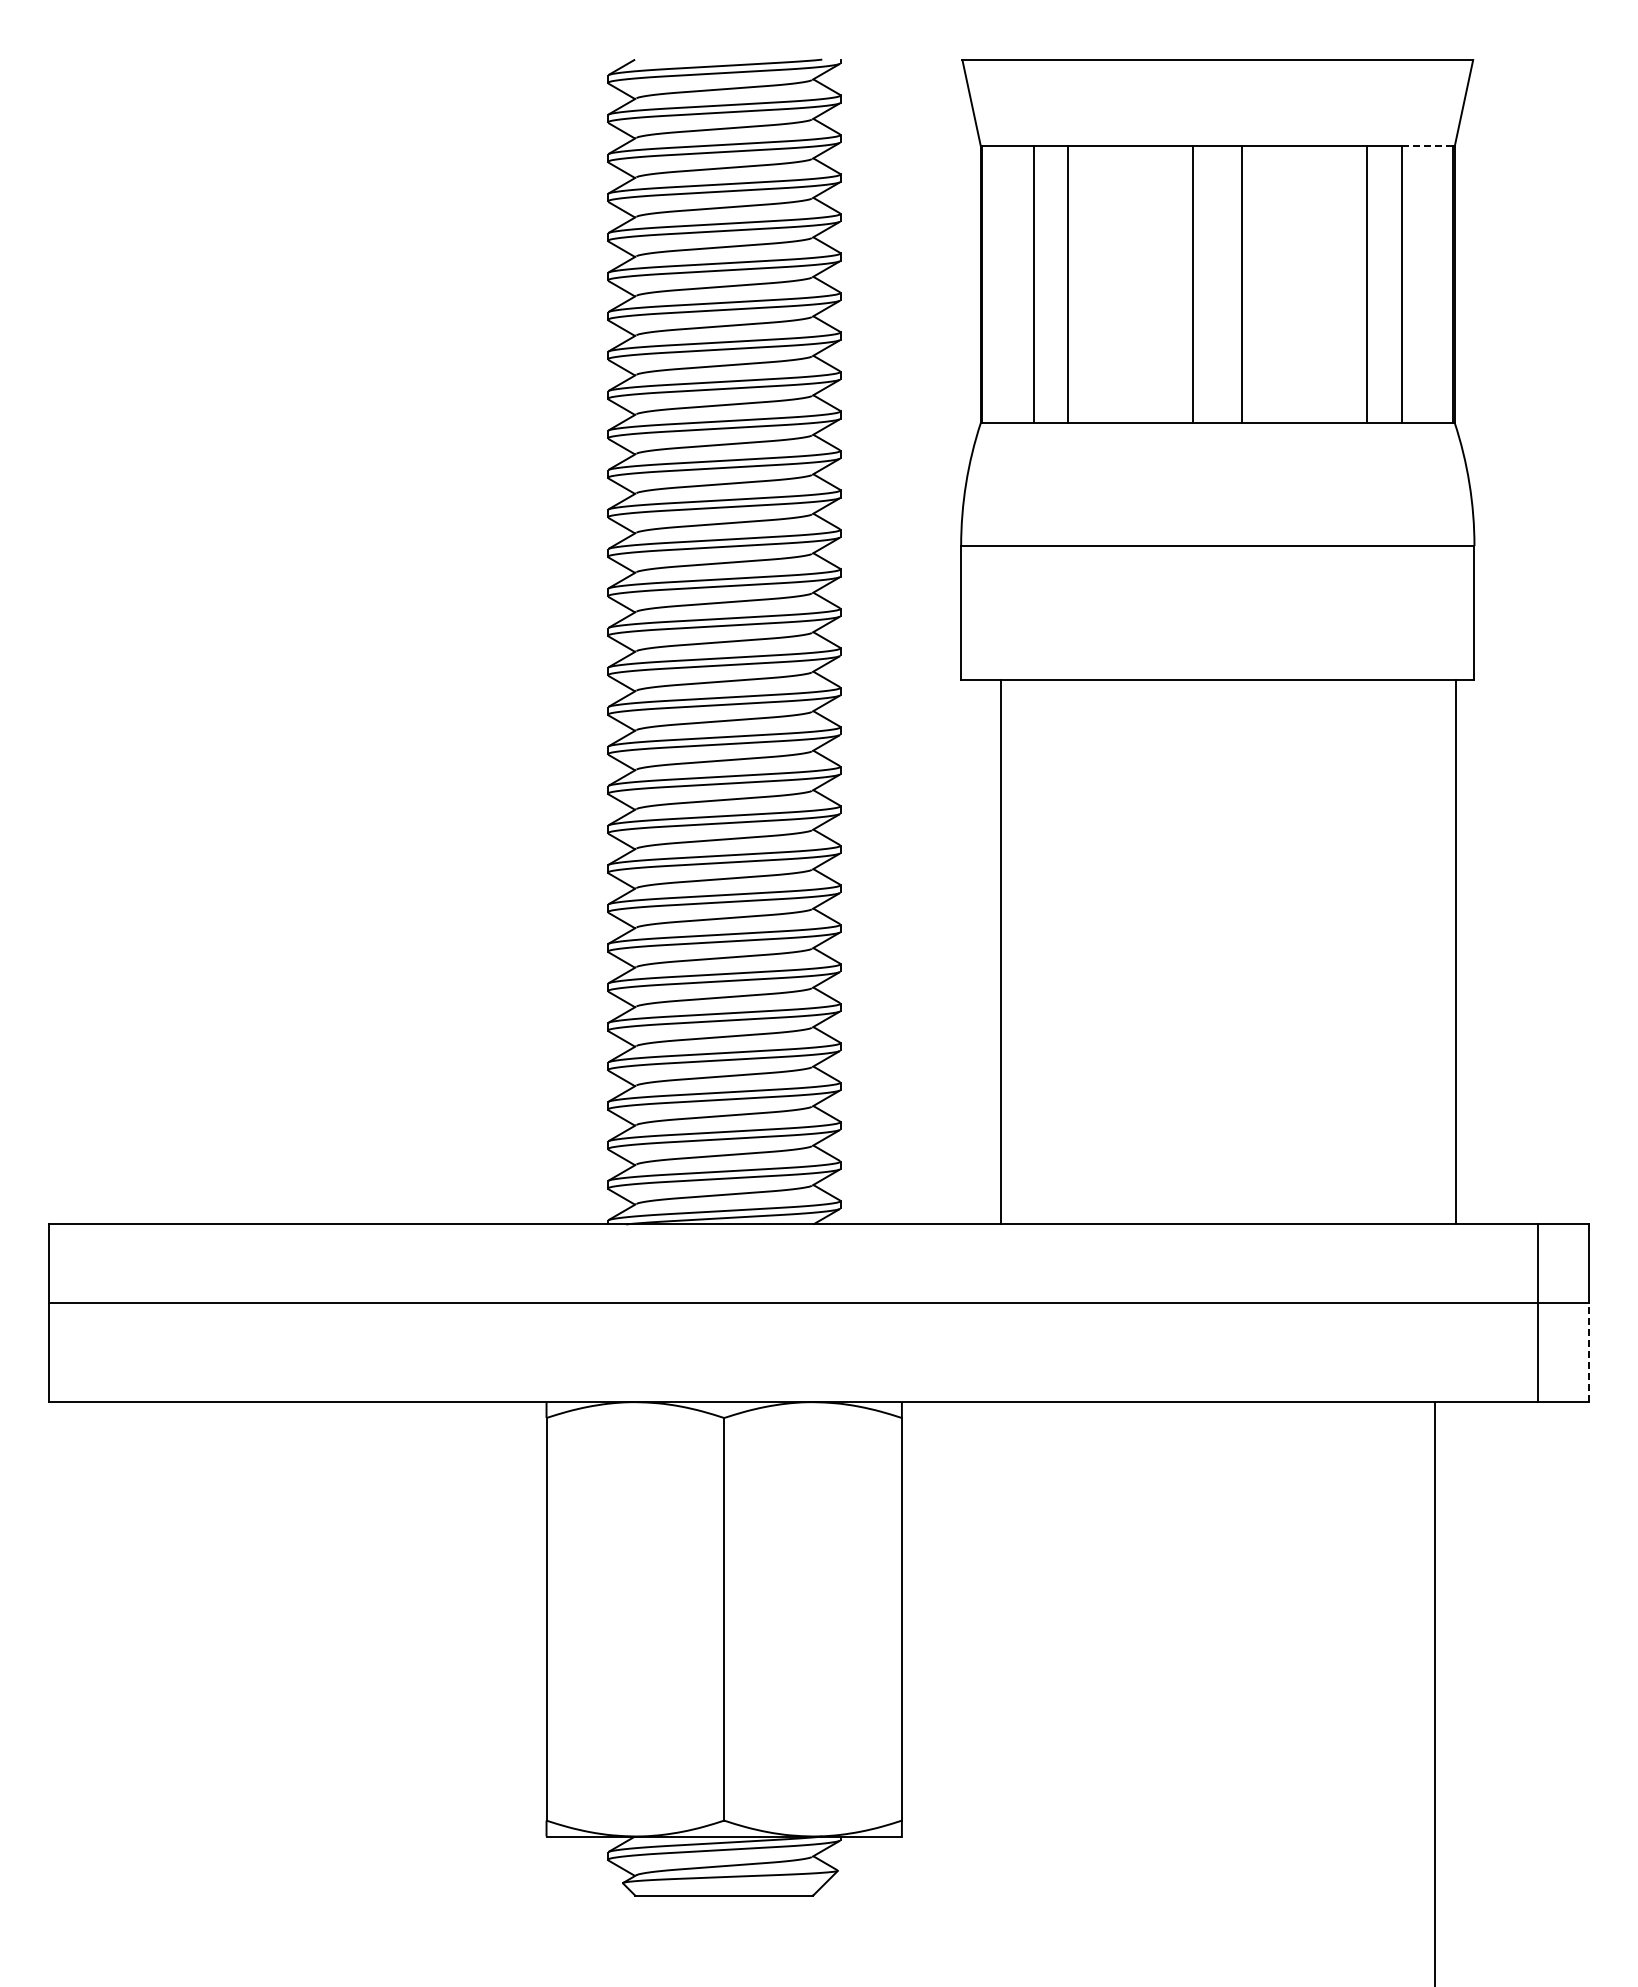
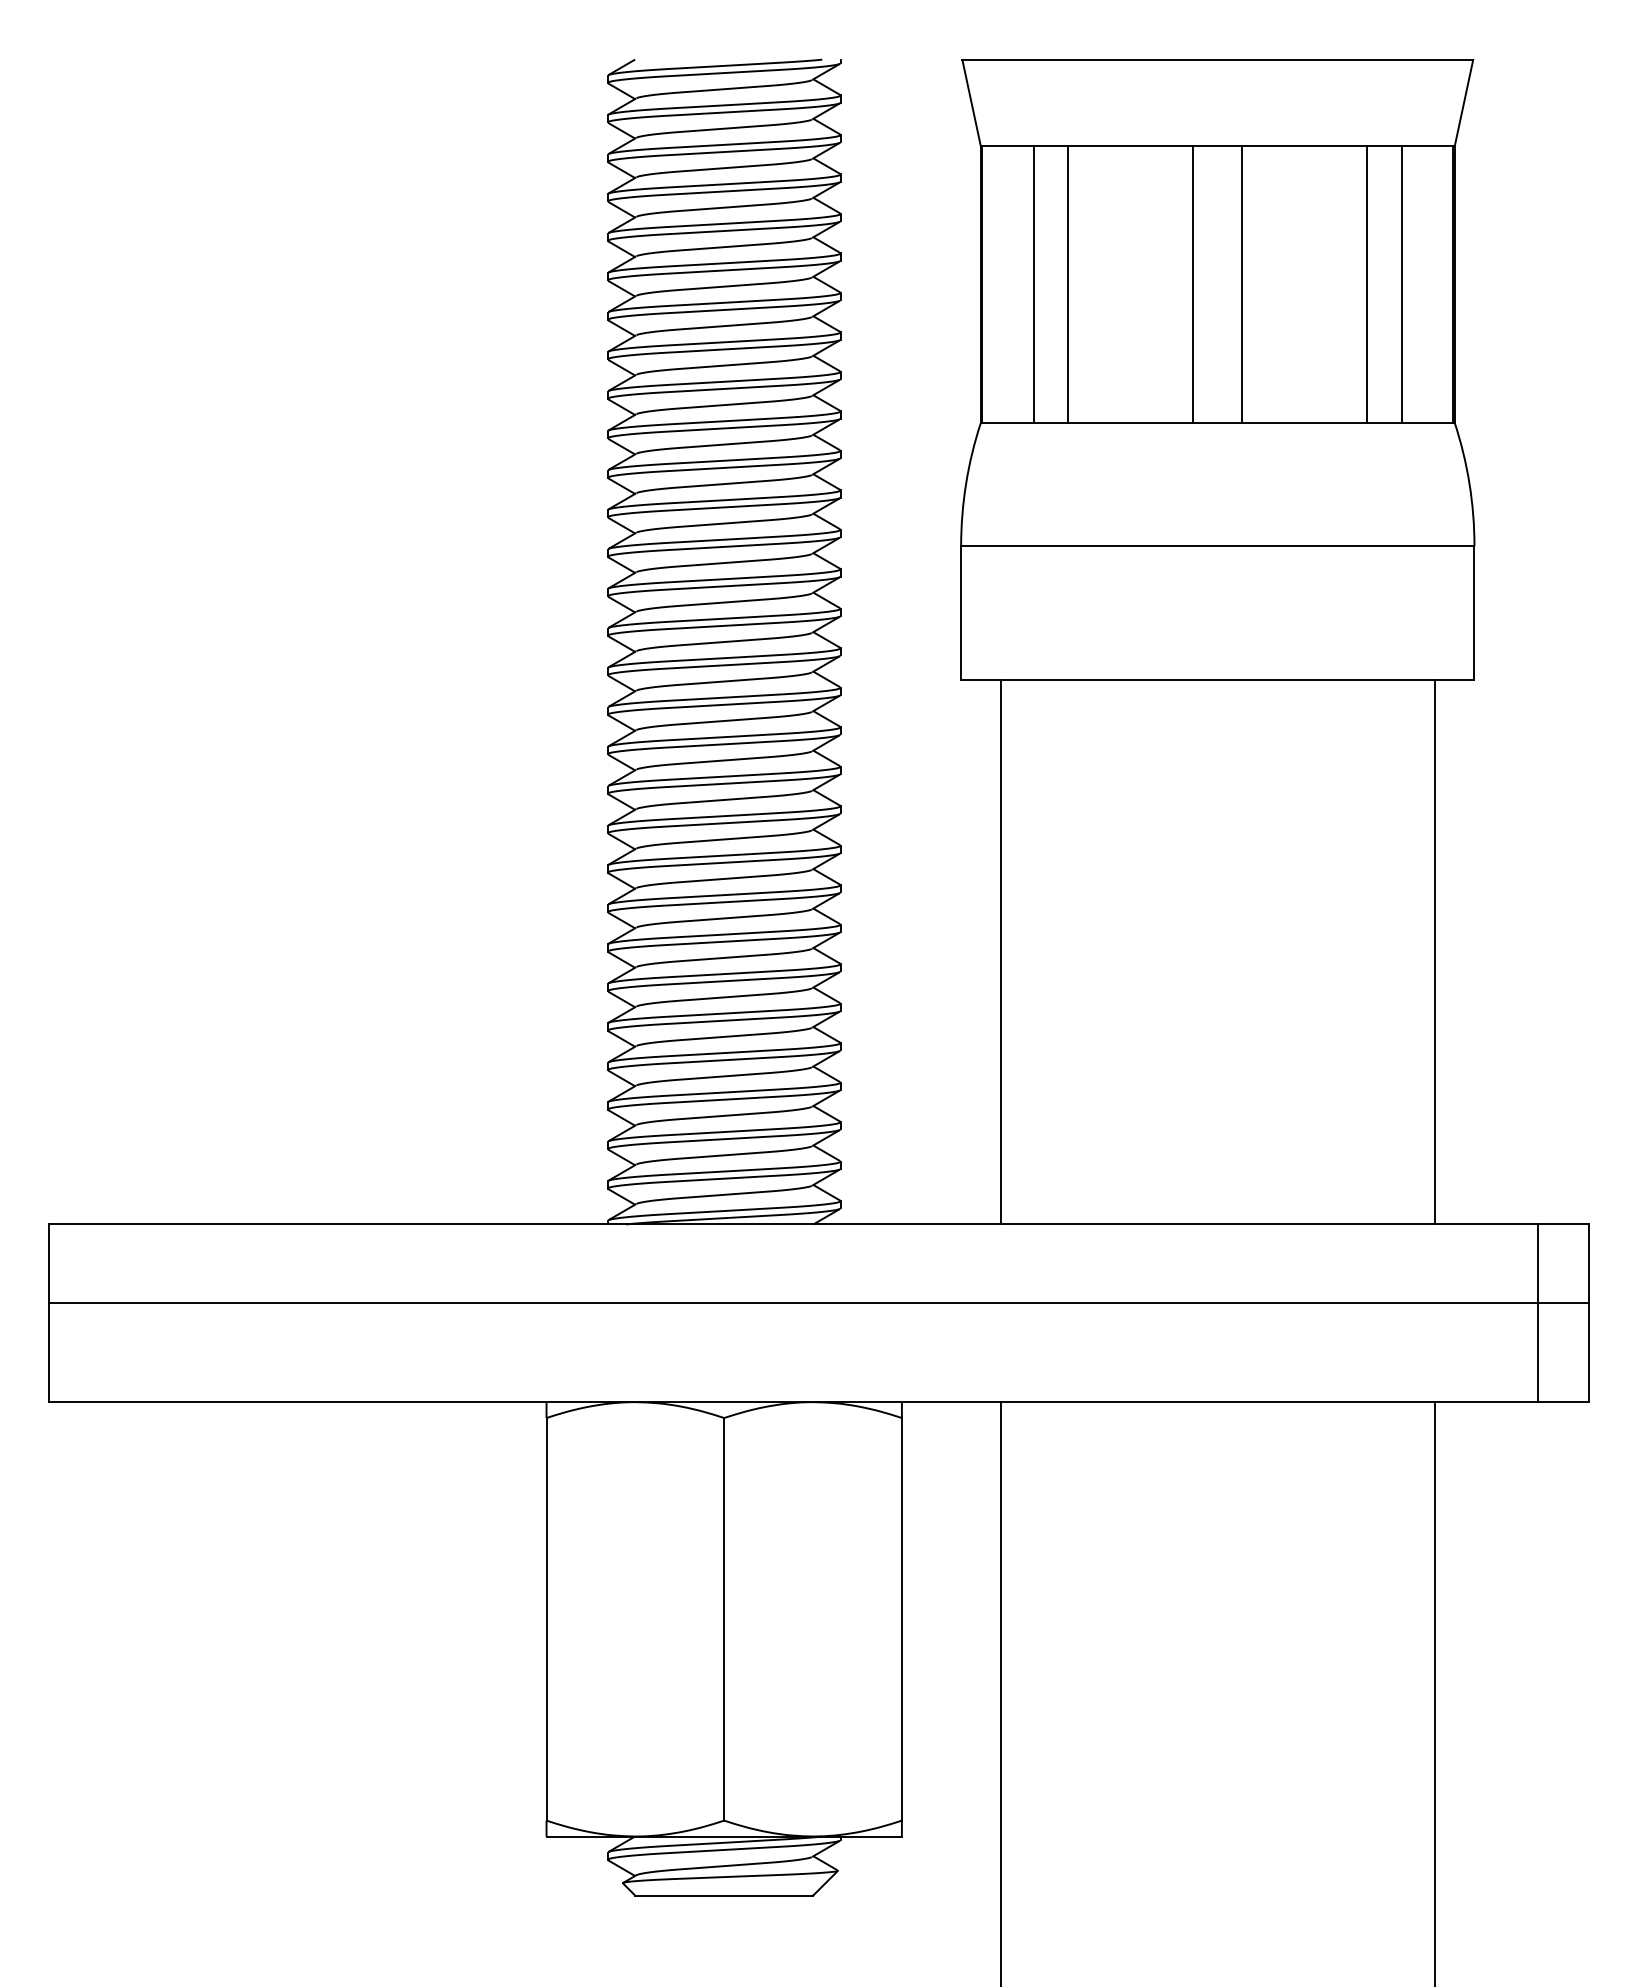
line at (1427, 146): dashed -> solid
line at (1455, 951) position: (1455, 951) -> (1434, 951)
line at (1588, 1352): dashed -> solid
line at (1000, 1692): none -> present
